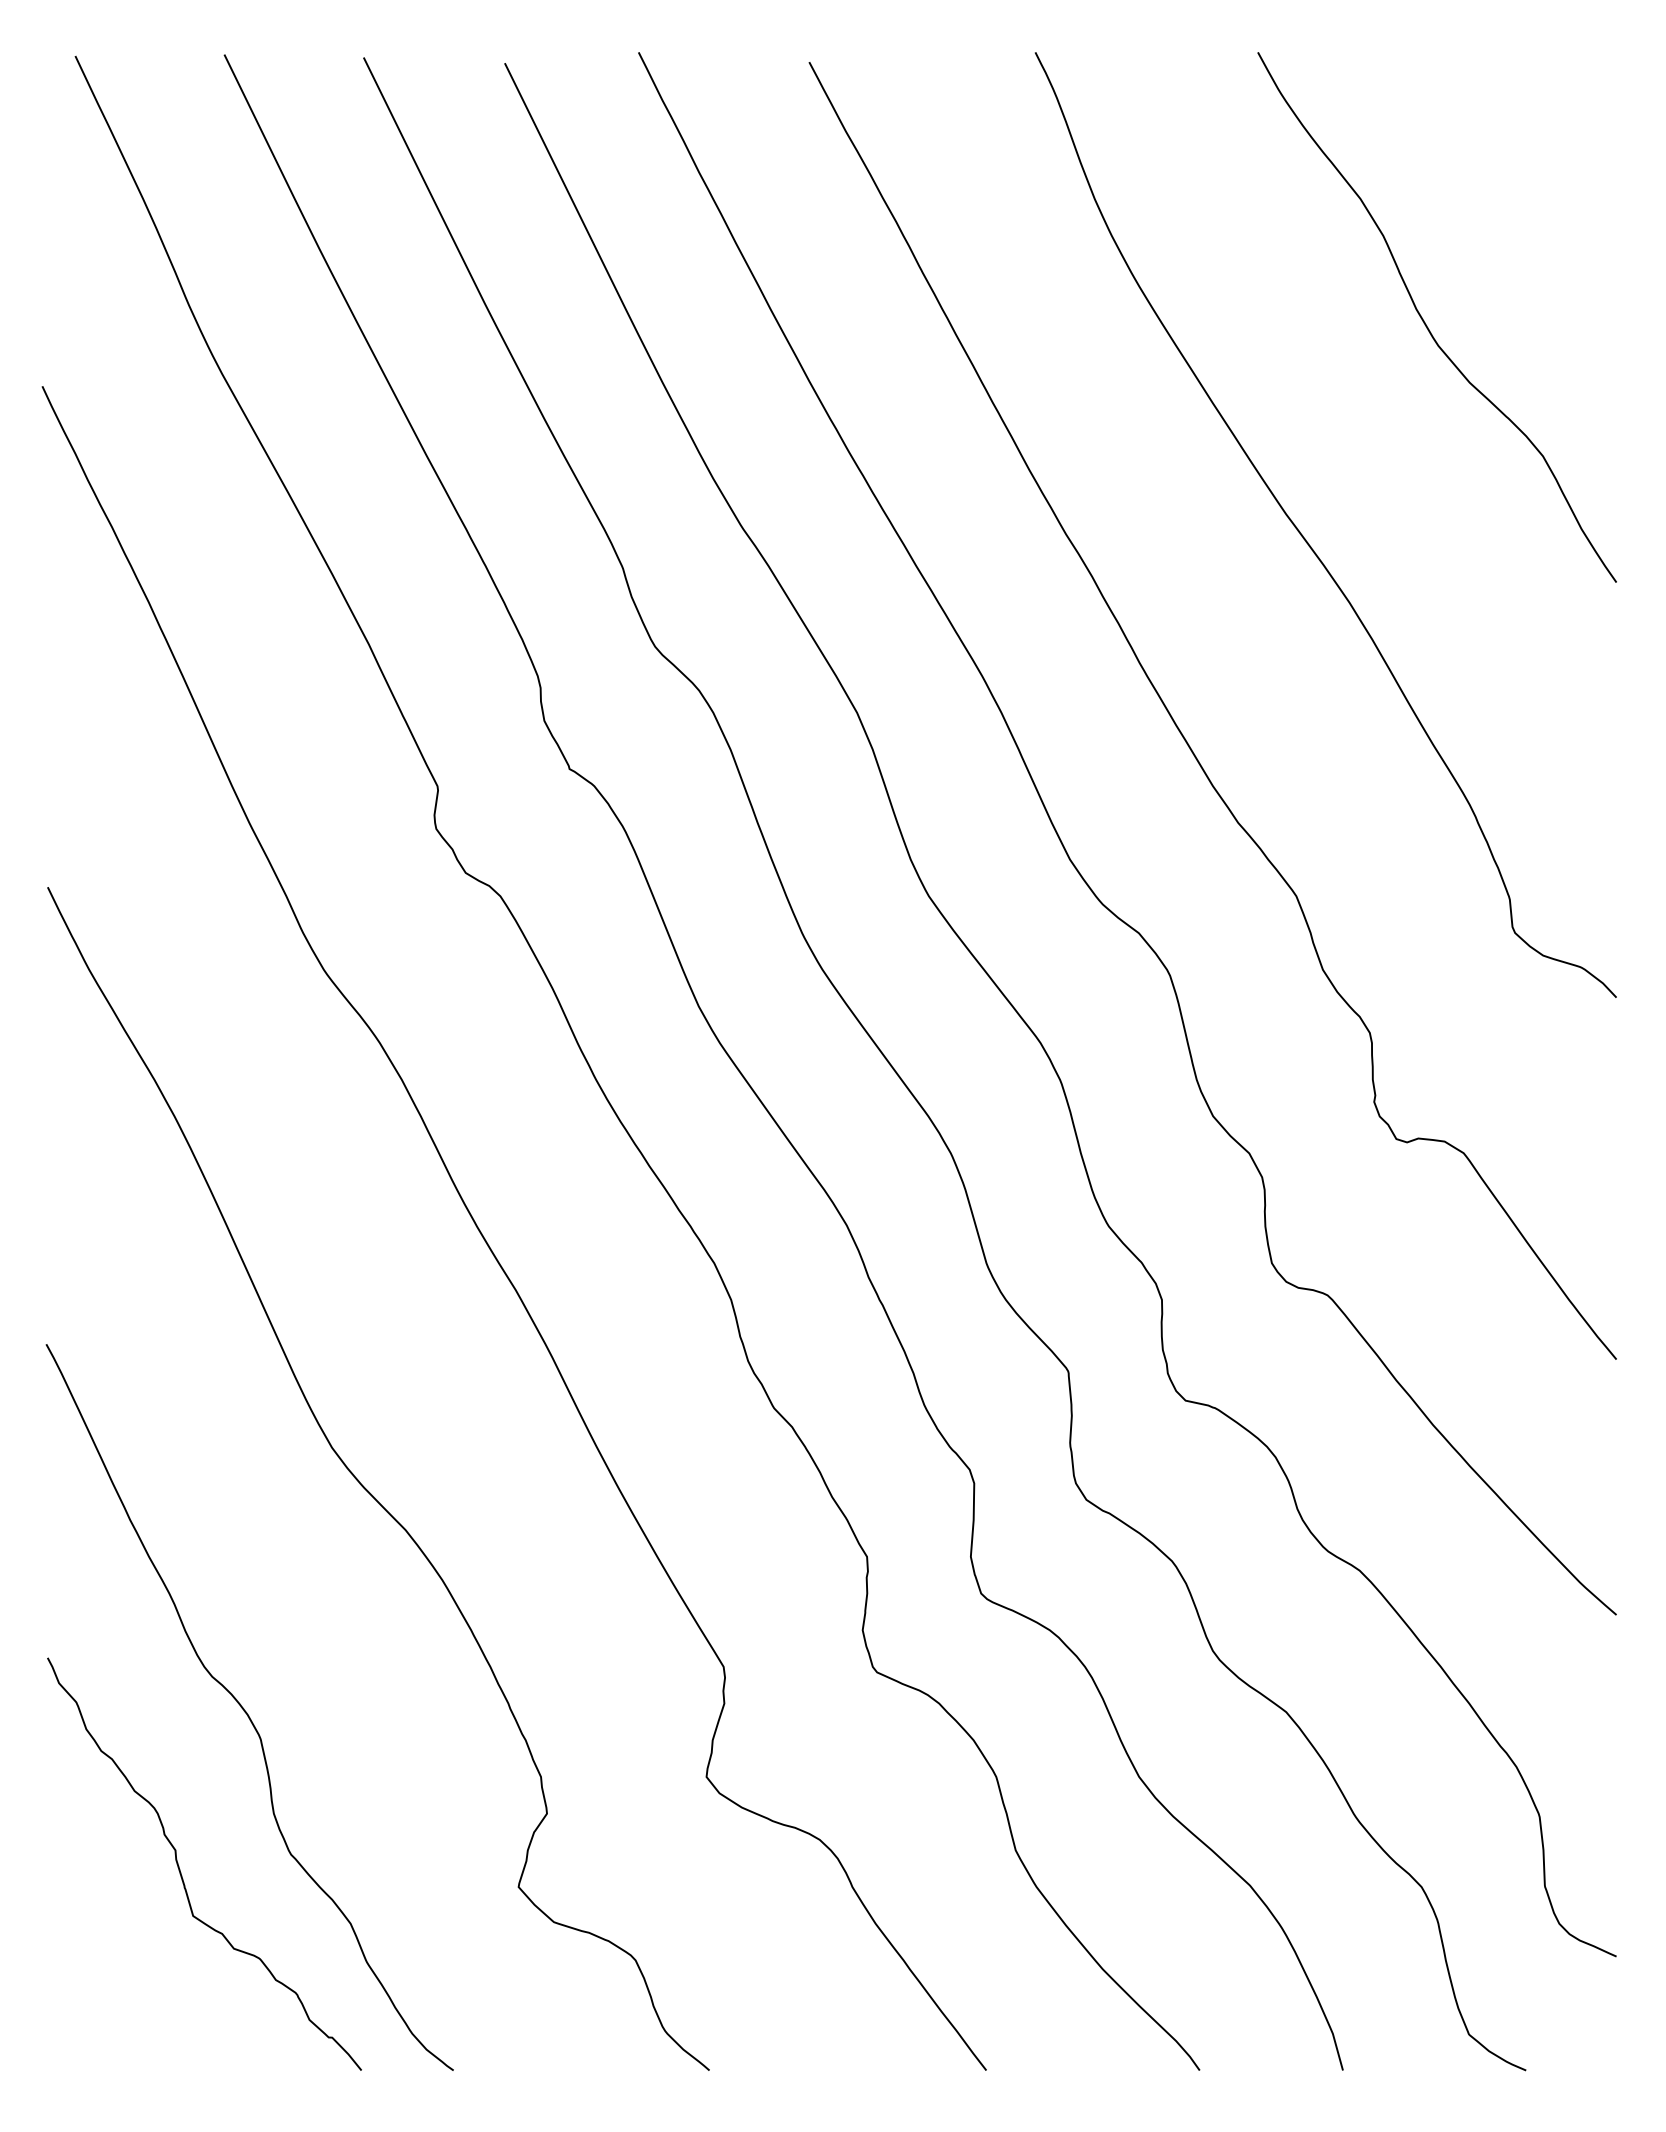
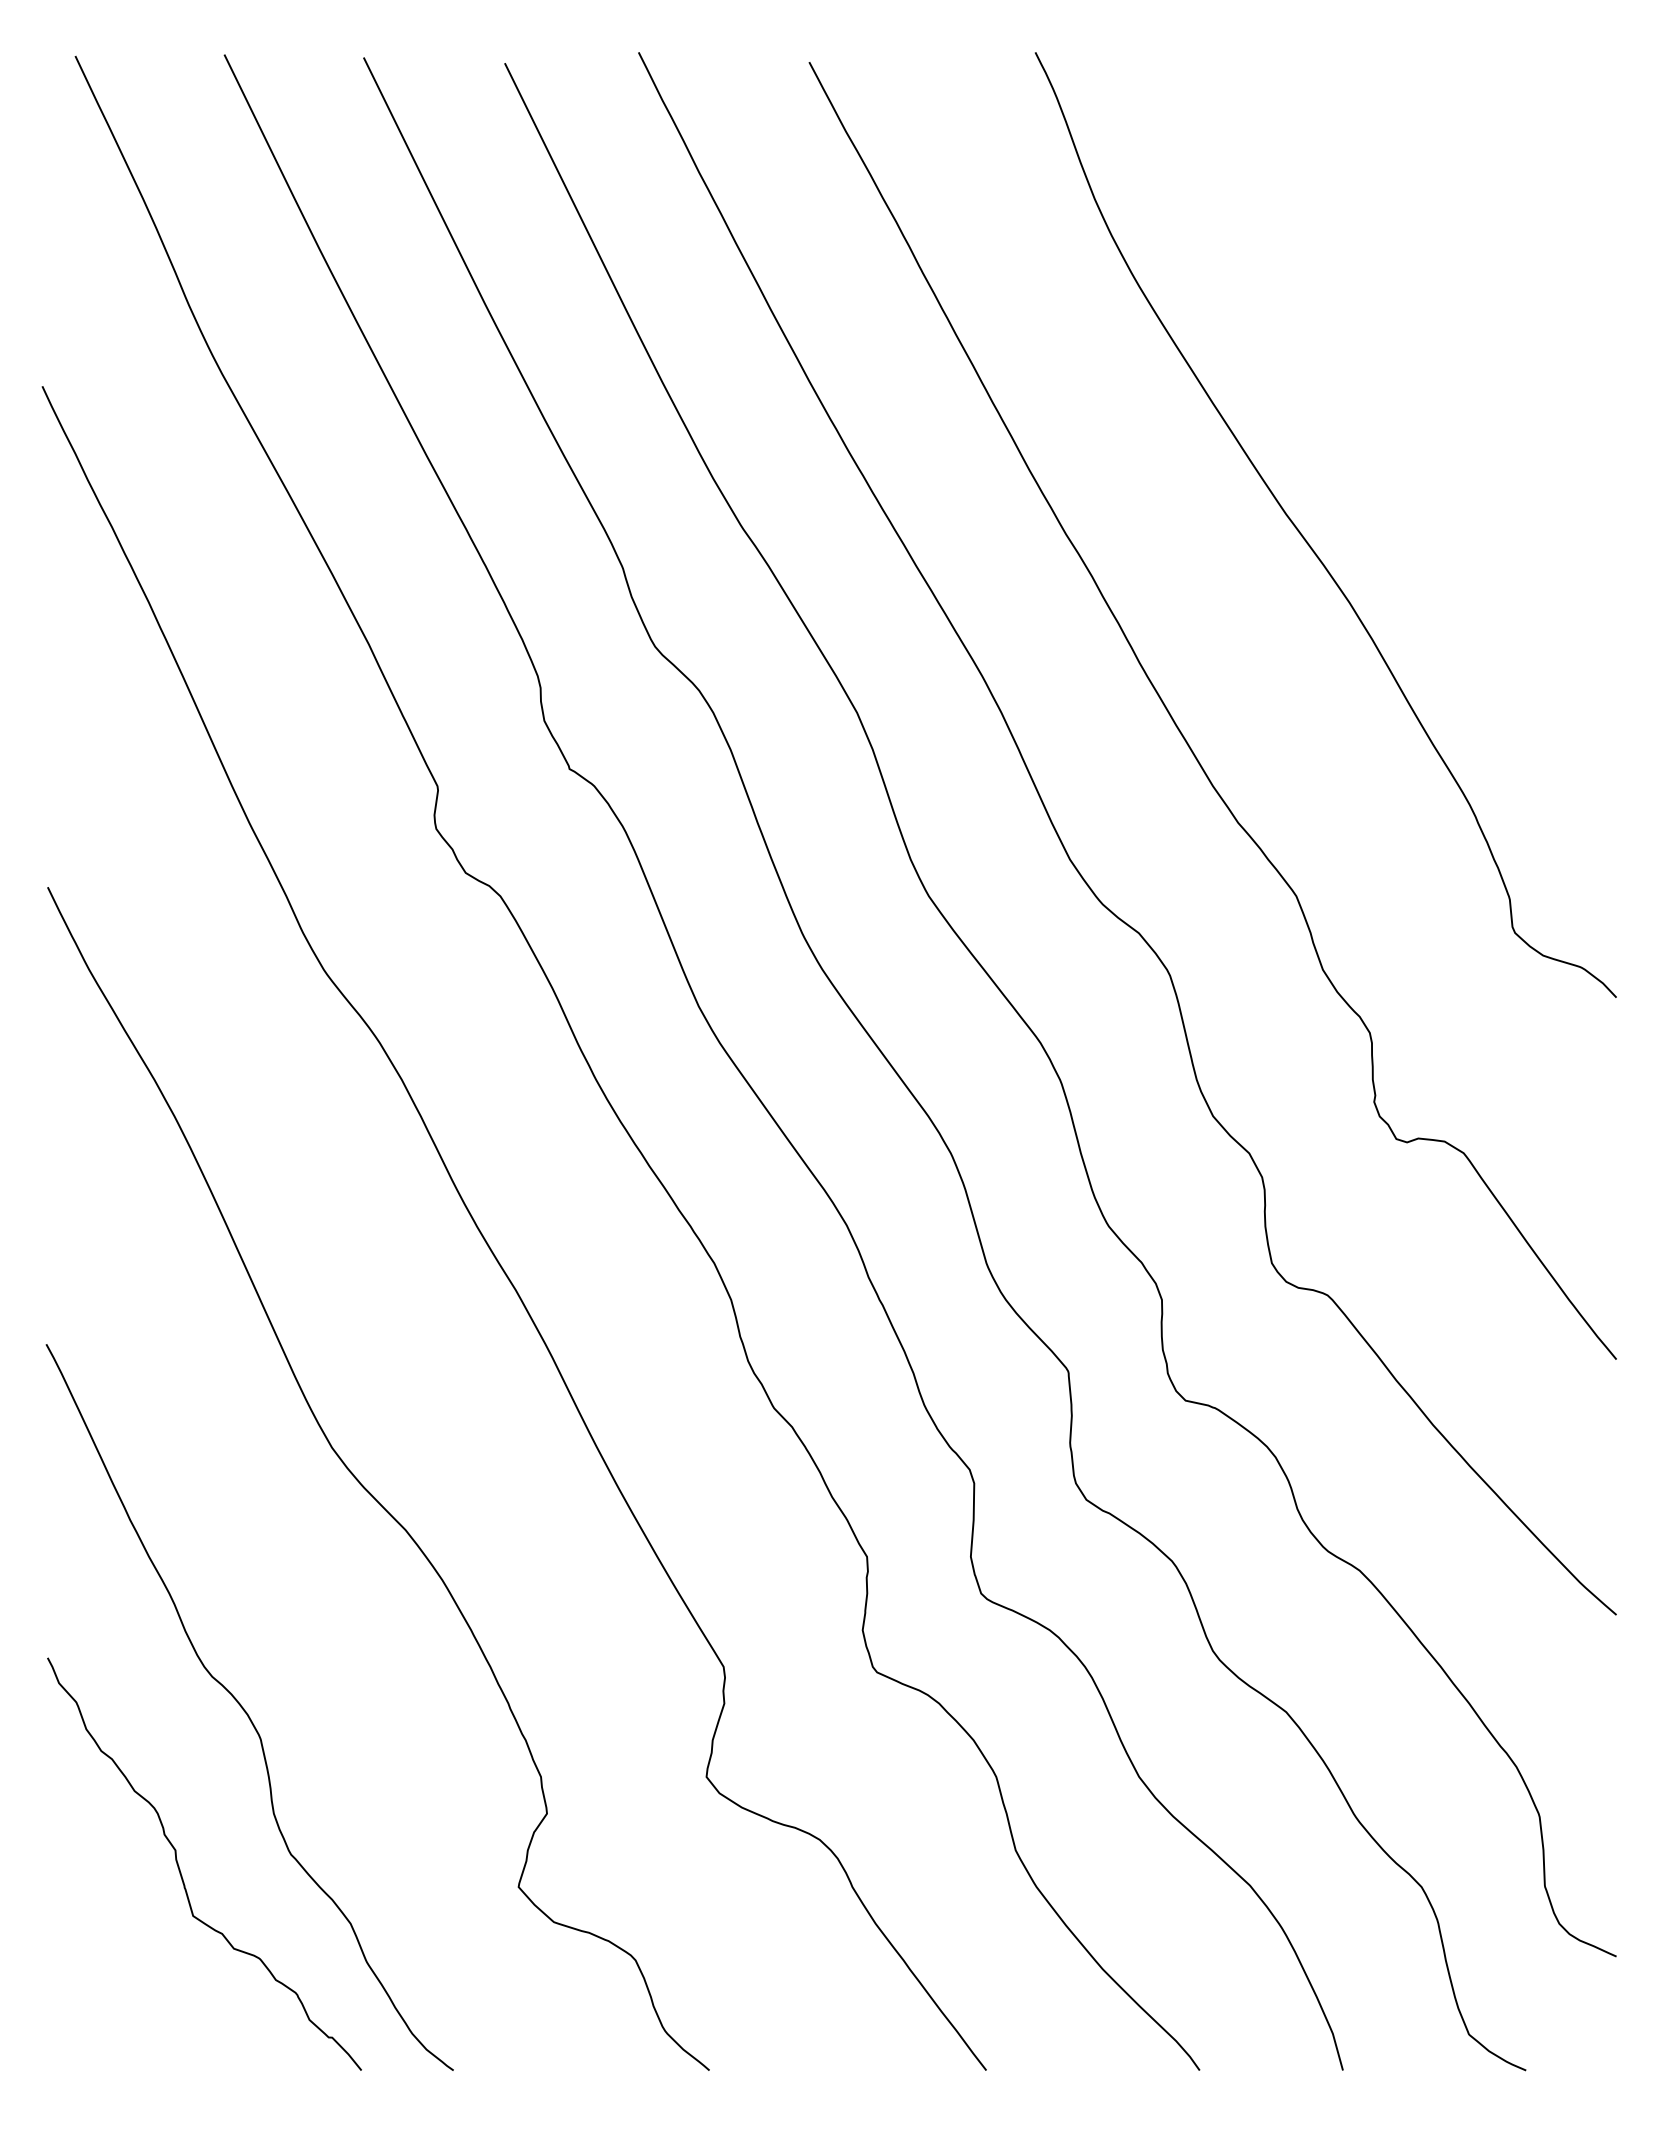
curve at (1427, 325): present -> none
